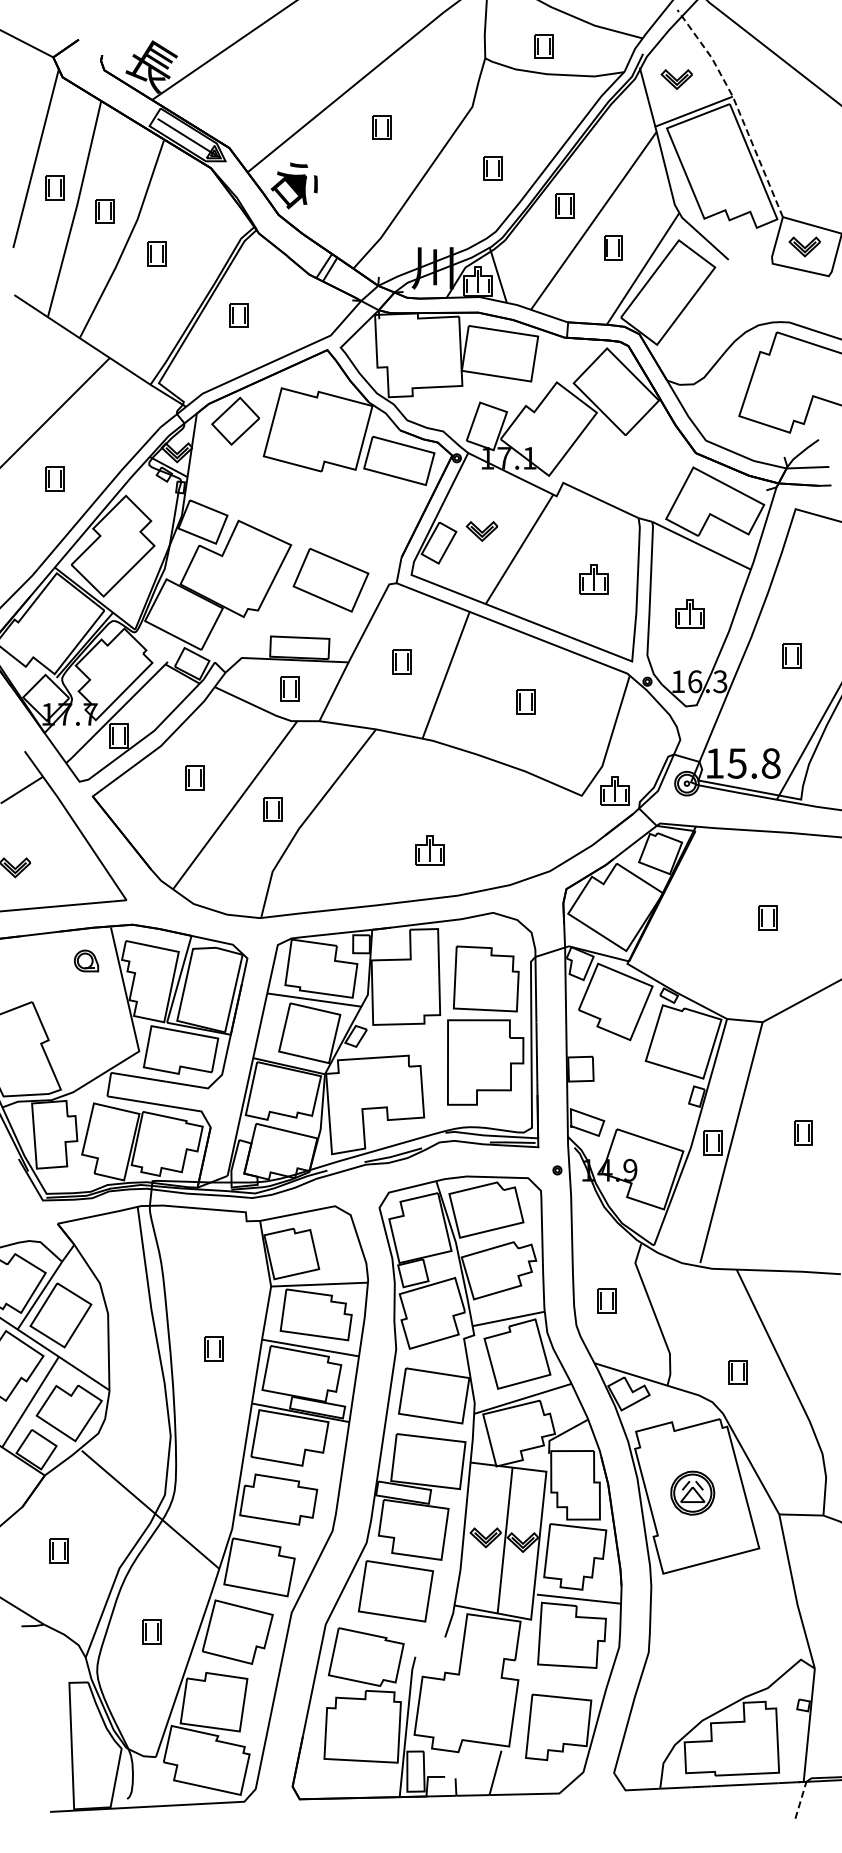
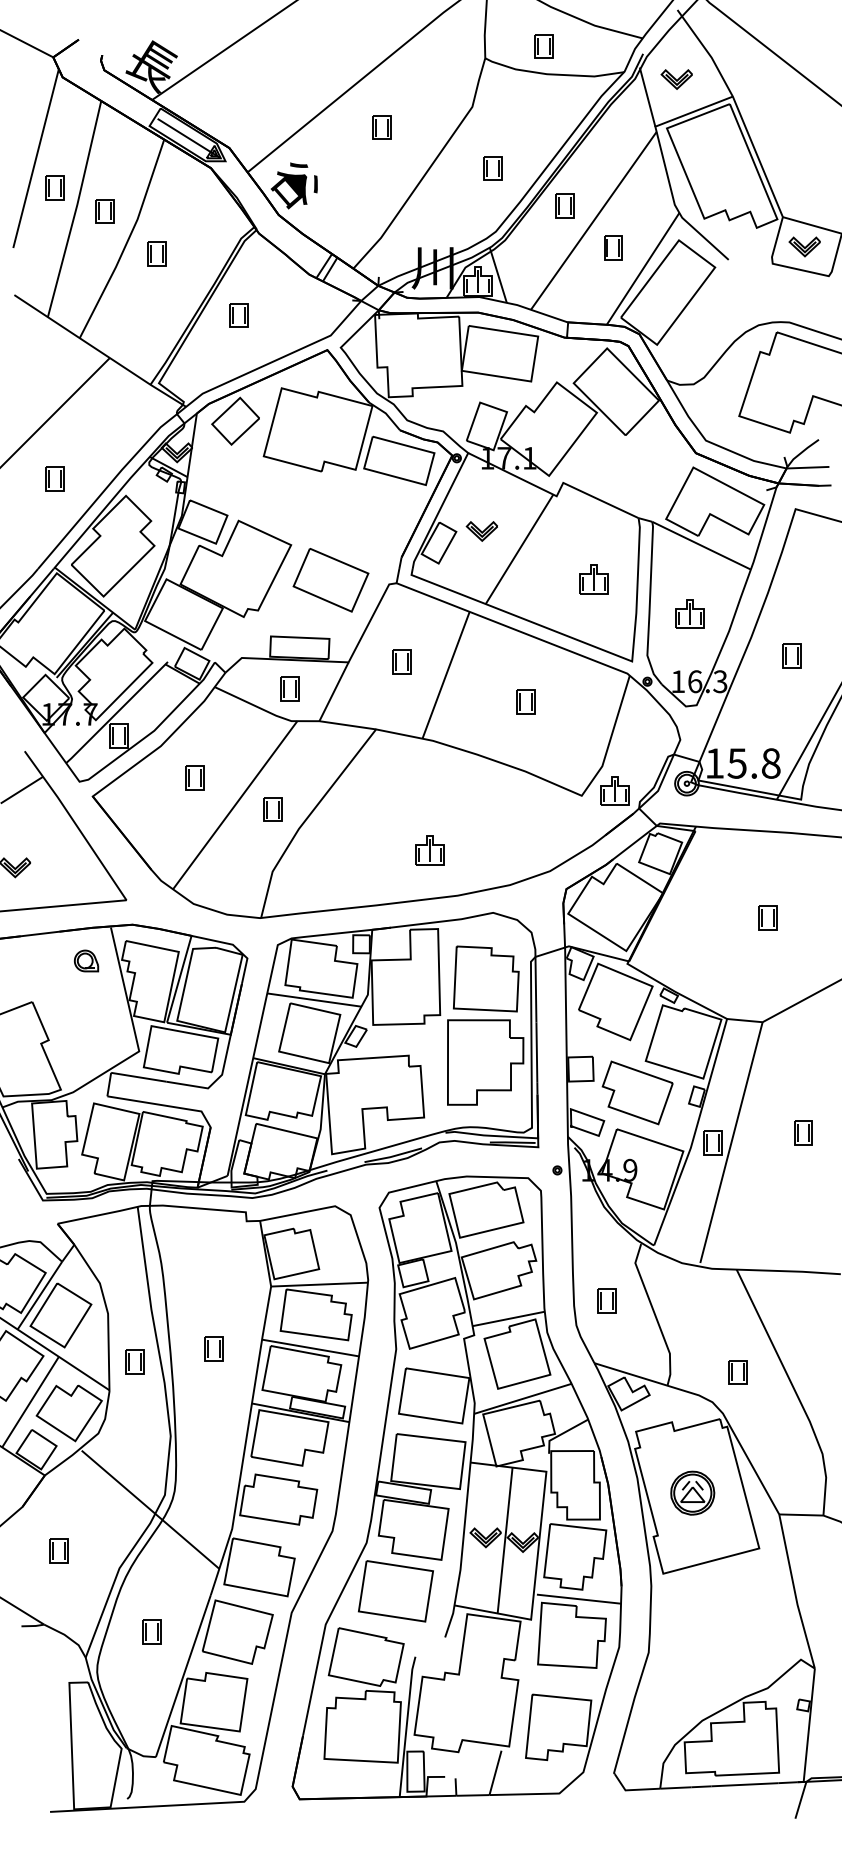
line at (737, 107): dashed -> solid
part at (637, 1092): none -> present
part at (134, 1361): none -> present
line at (801, 1799): dashed -> solid
